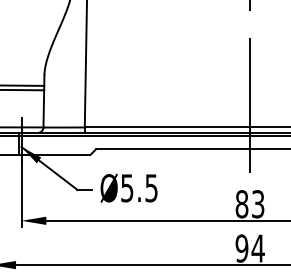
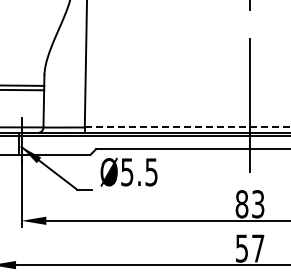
line at (187, 127): solid -> dashed
text at (128, 187) position: (128, 187) -> (128, 171)
text at (249, 248): 94 -> 57
